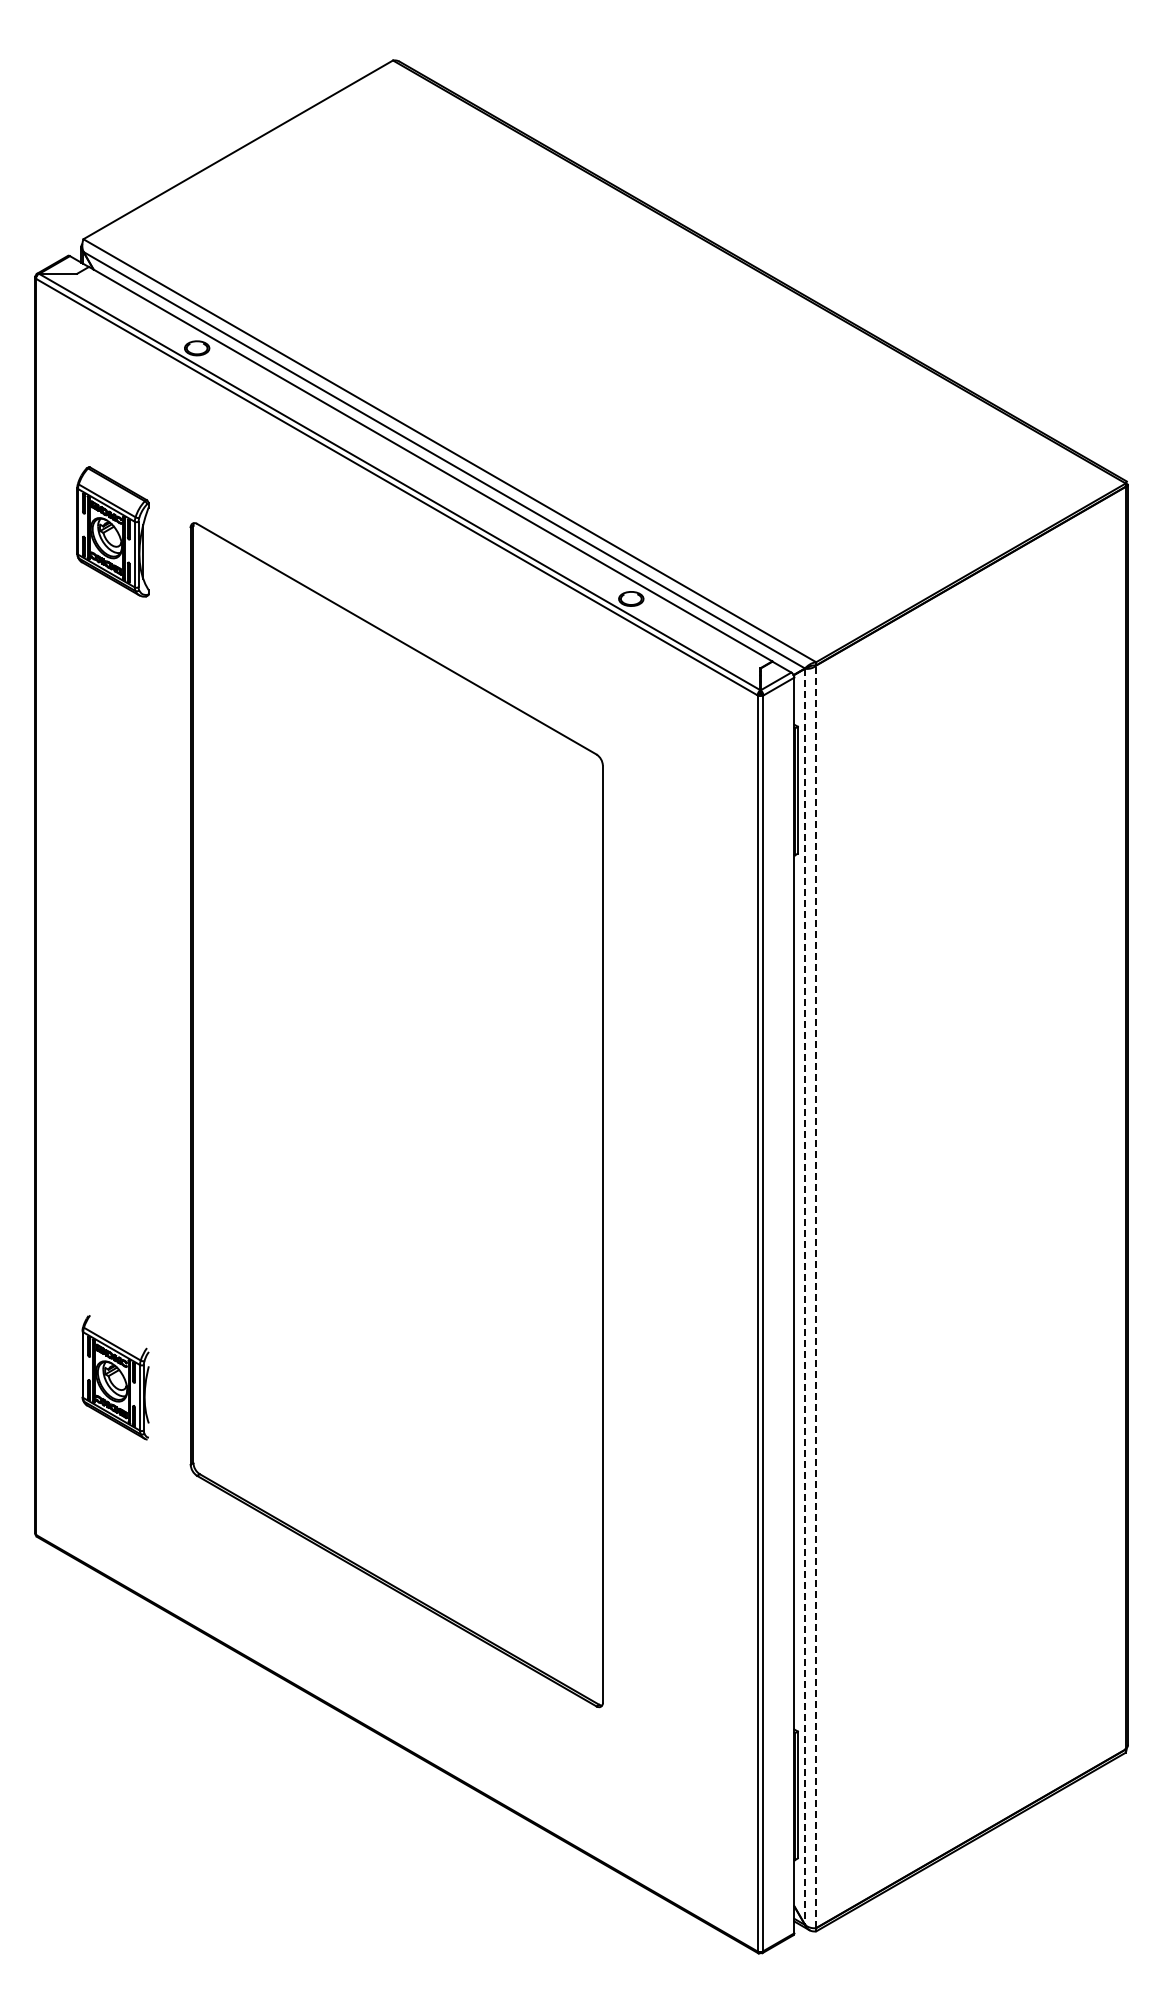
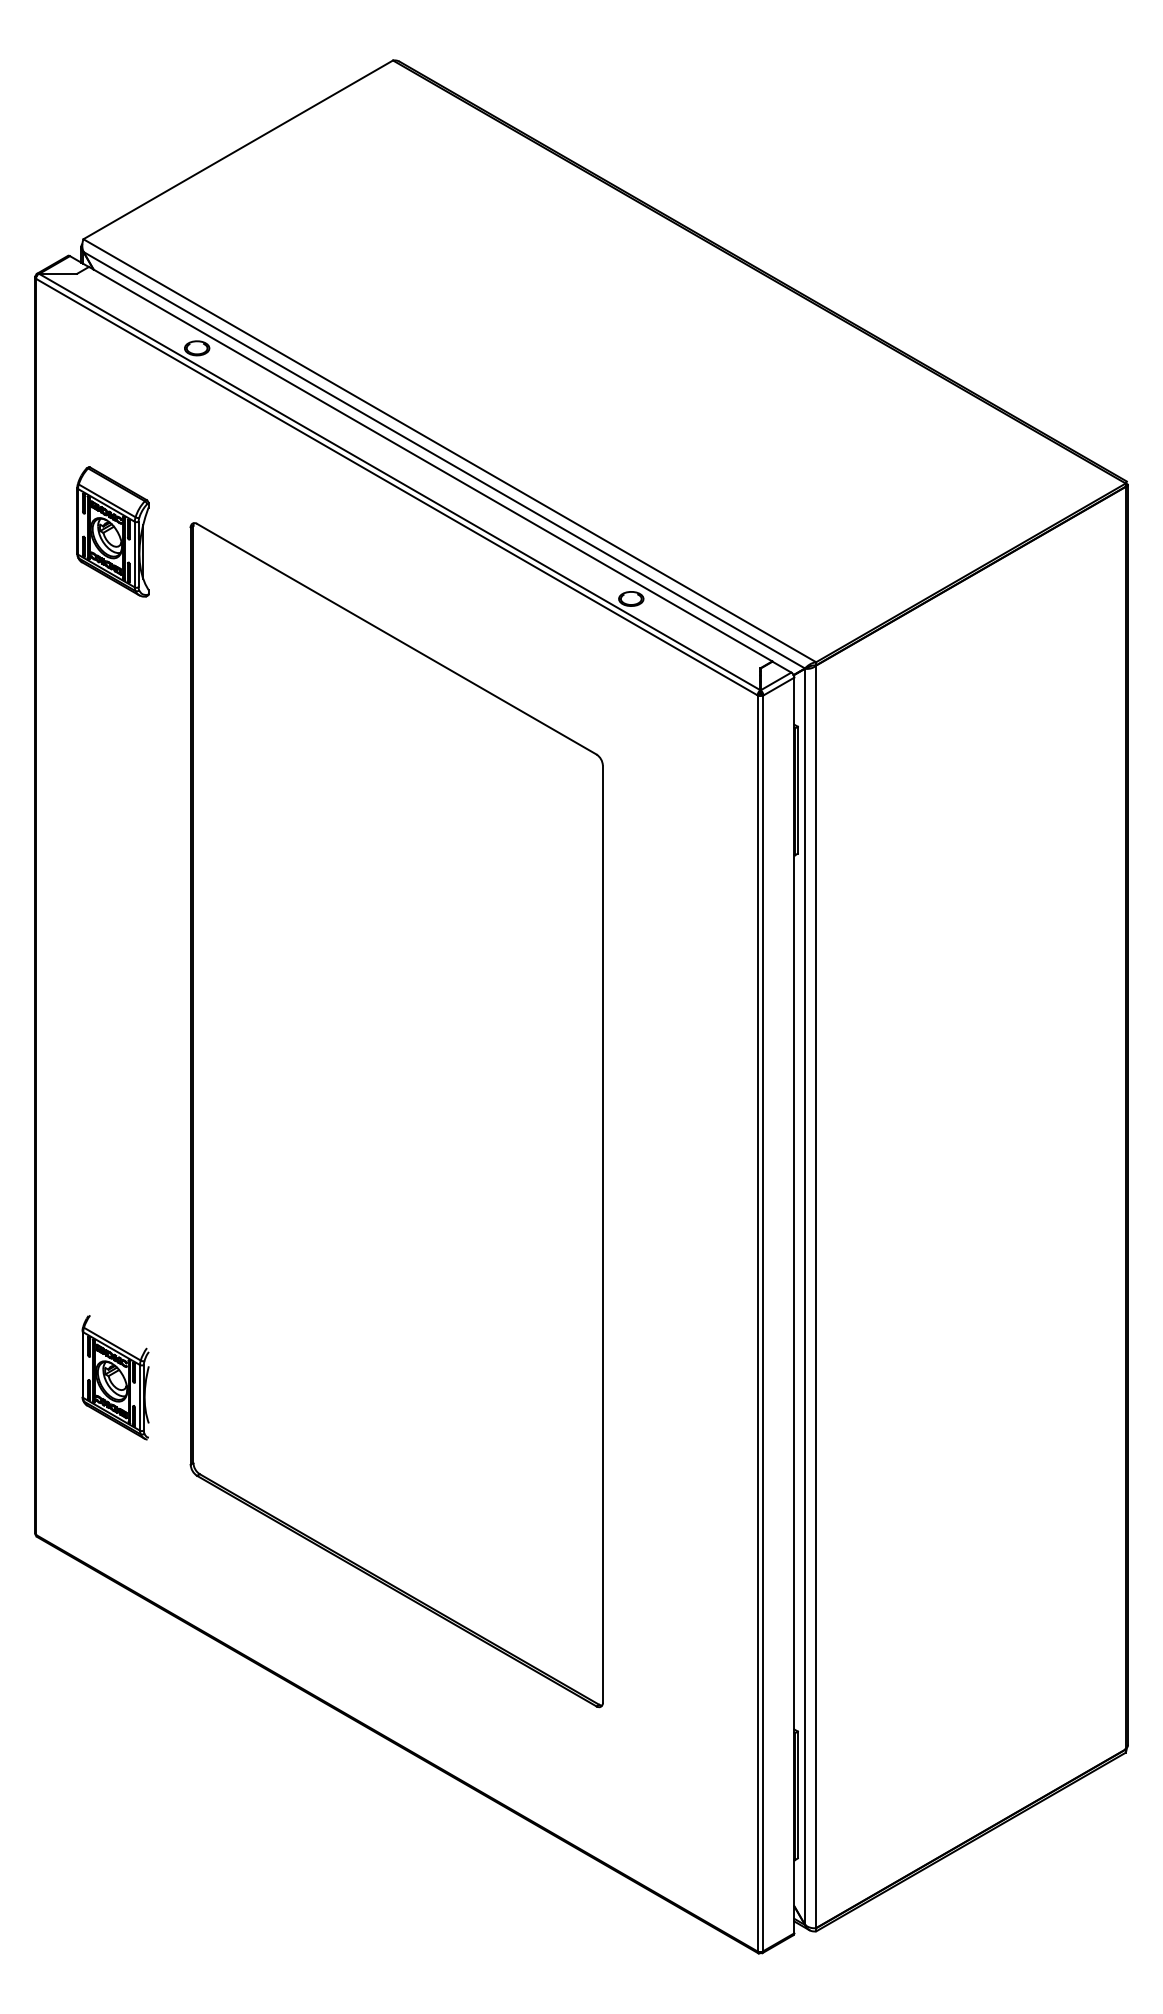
line at (816, 1296): dashed -> solid
line at (805, 1297): dashed -> solid
